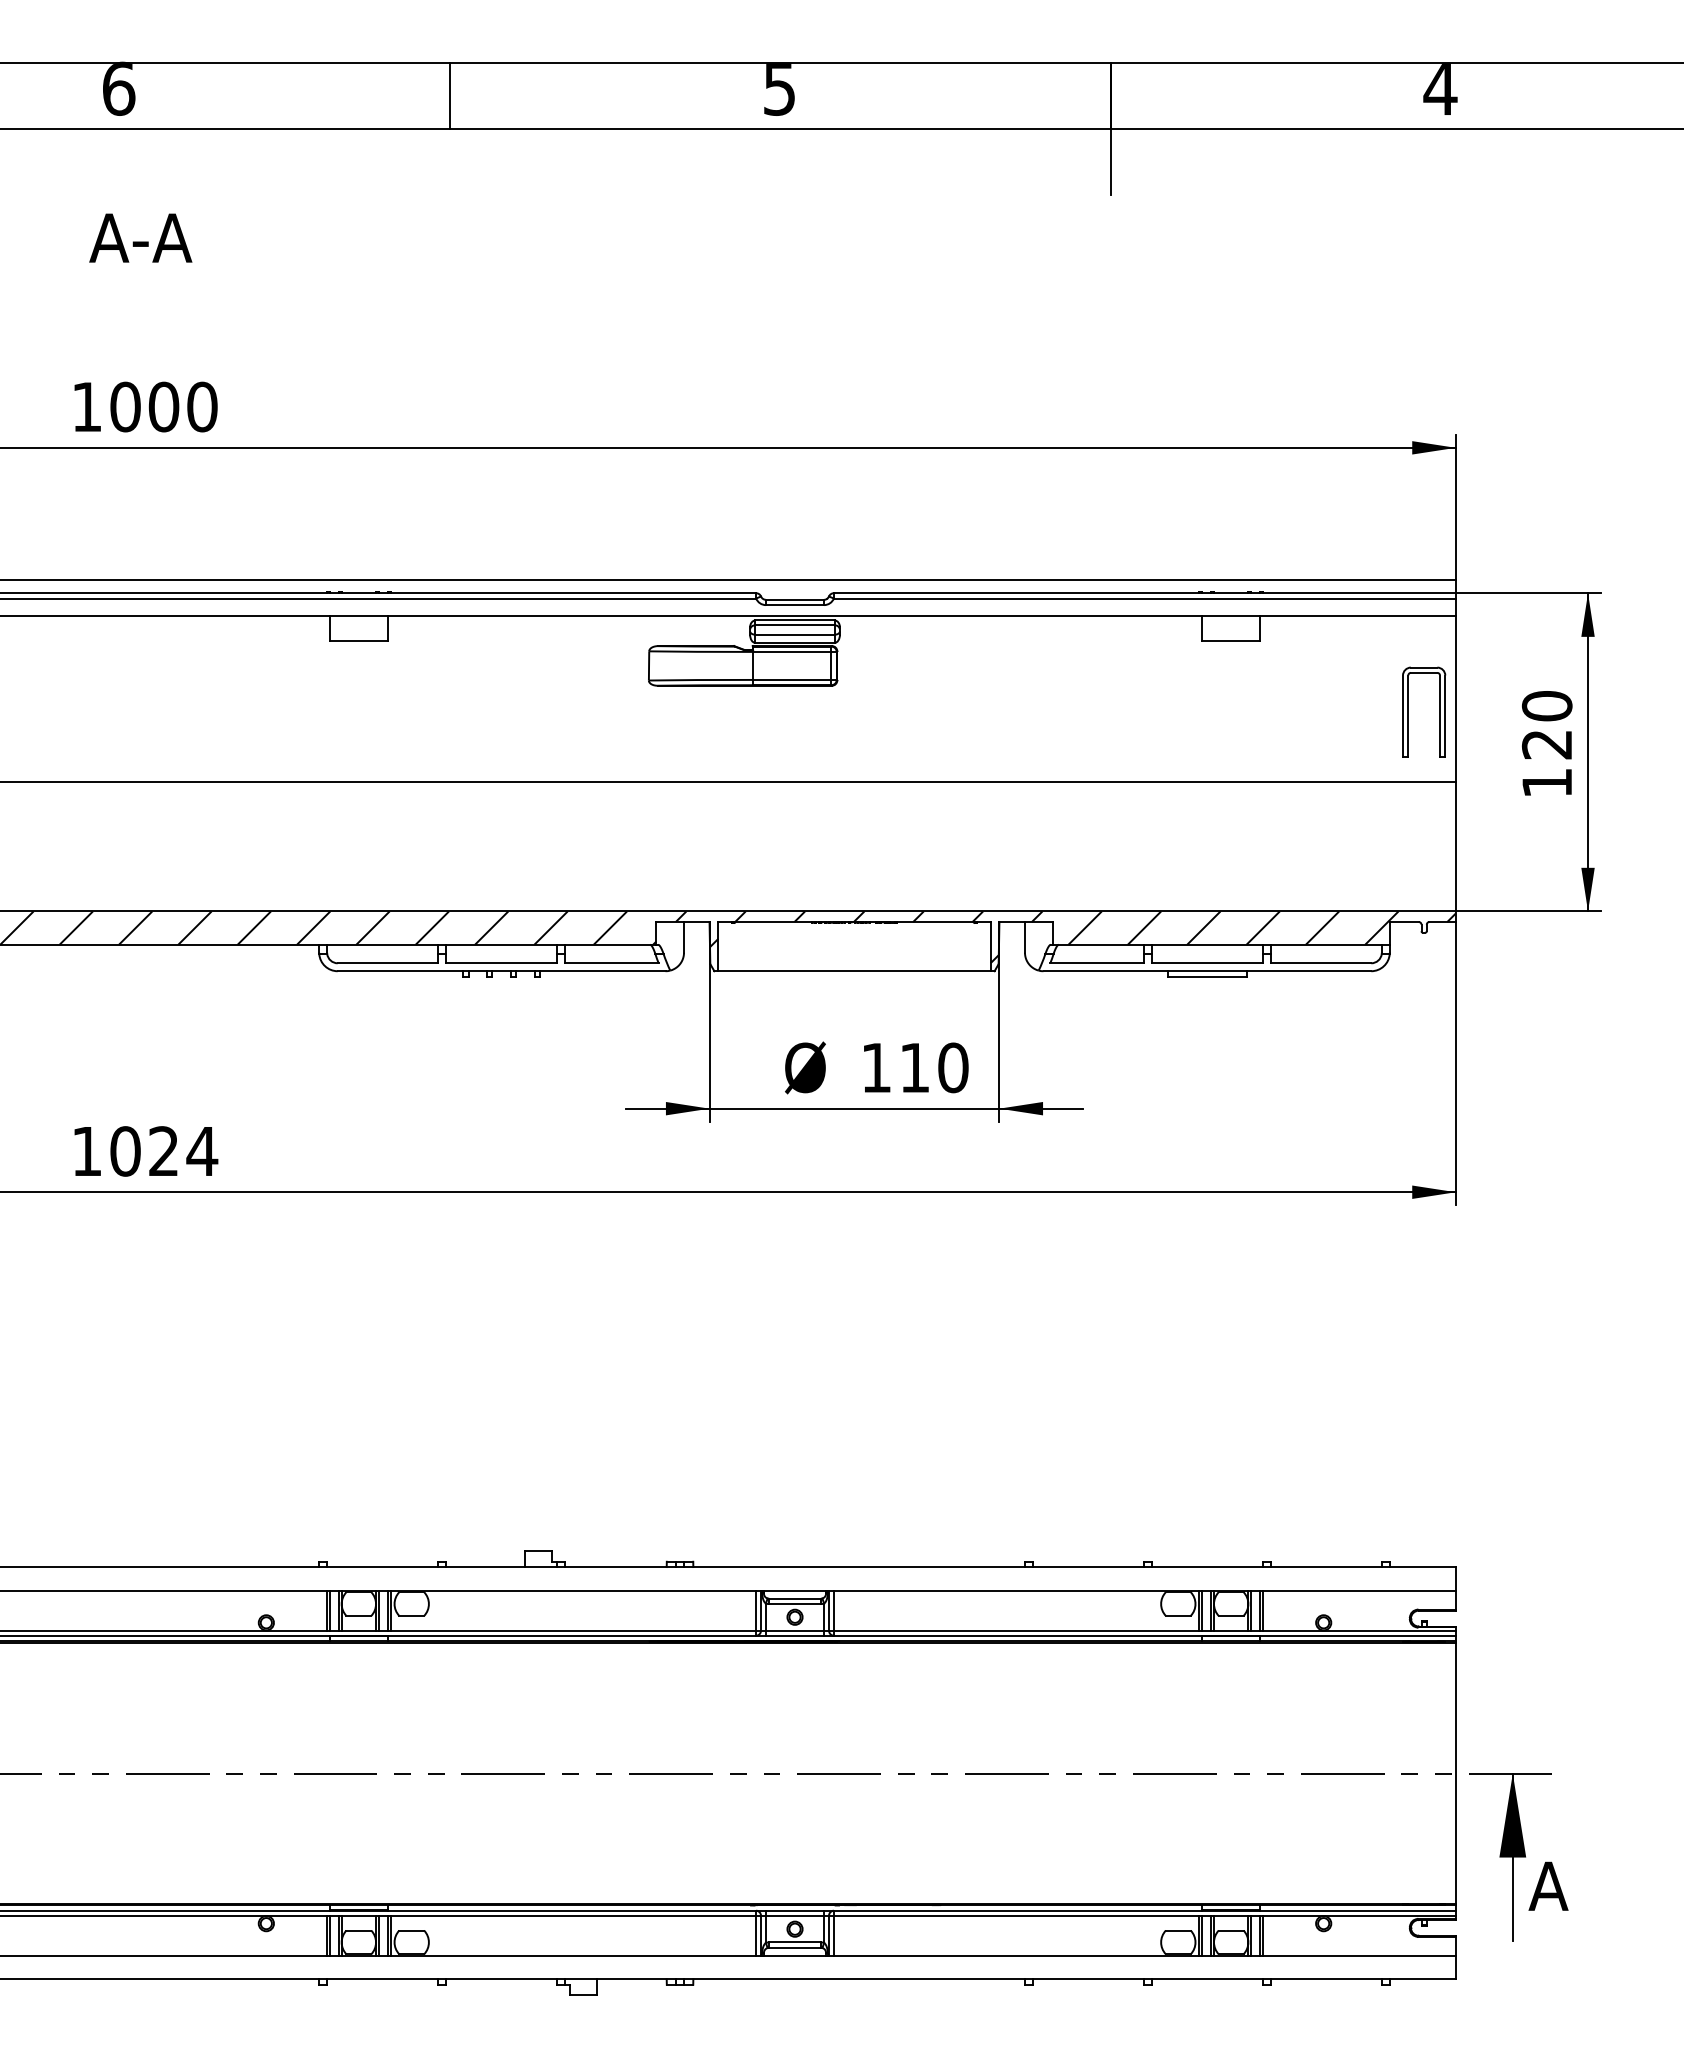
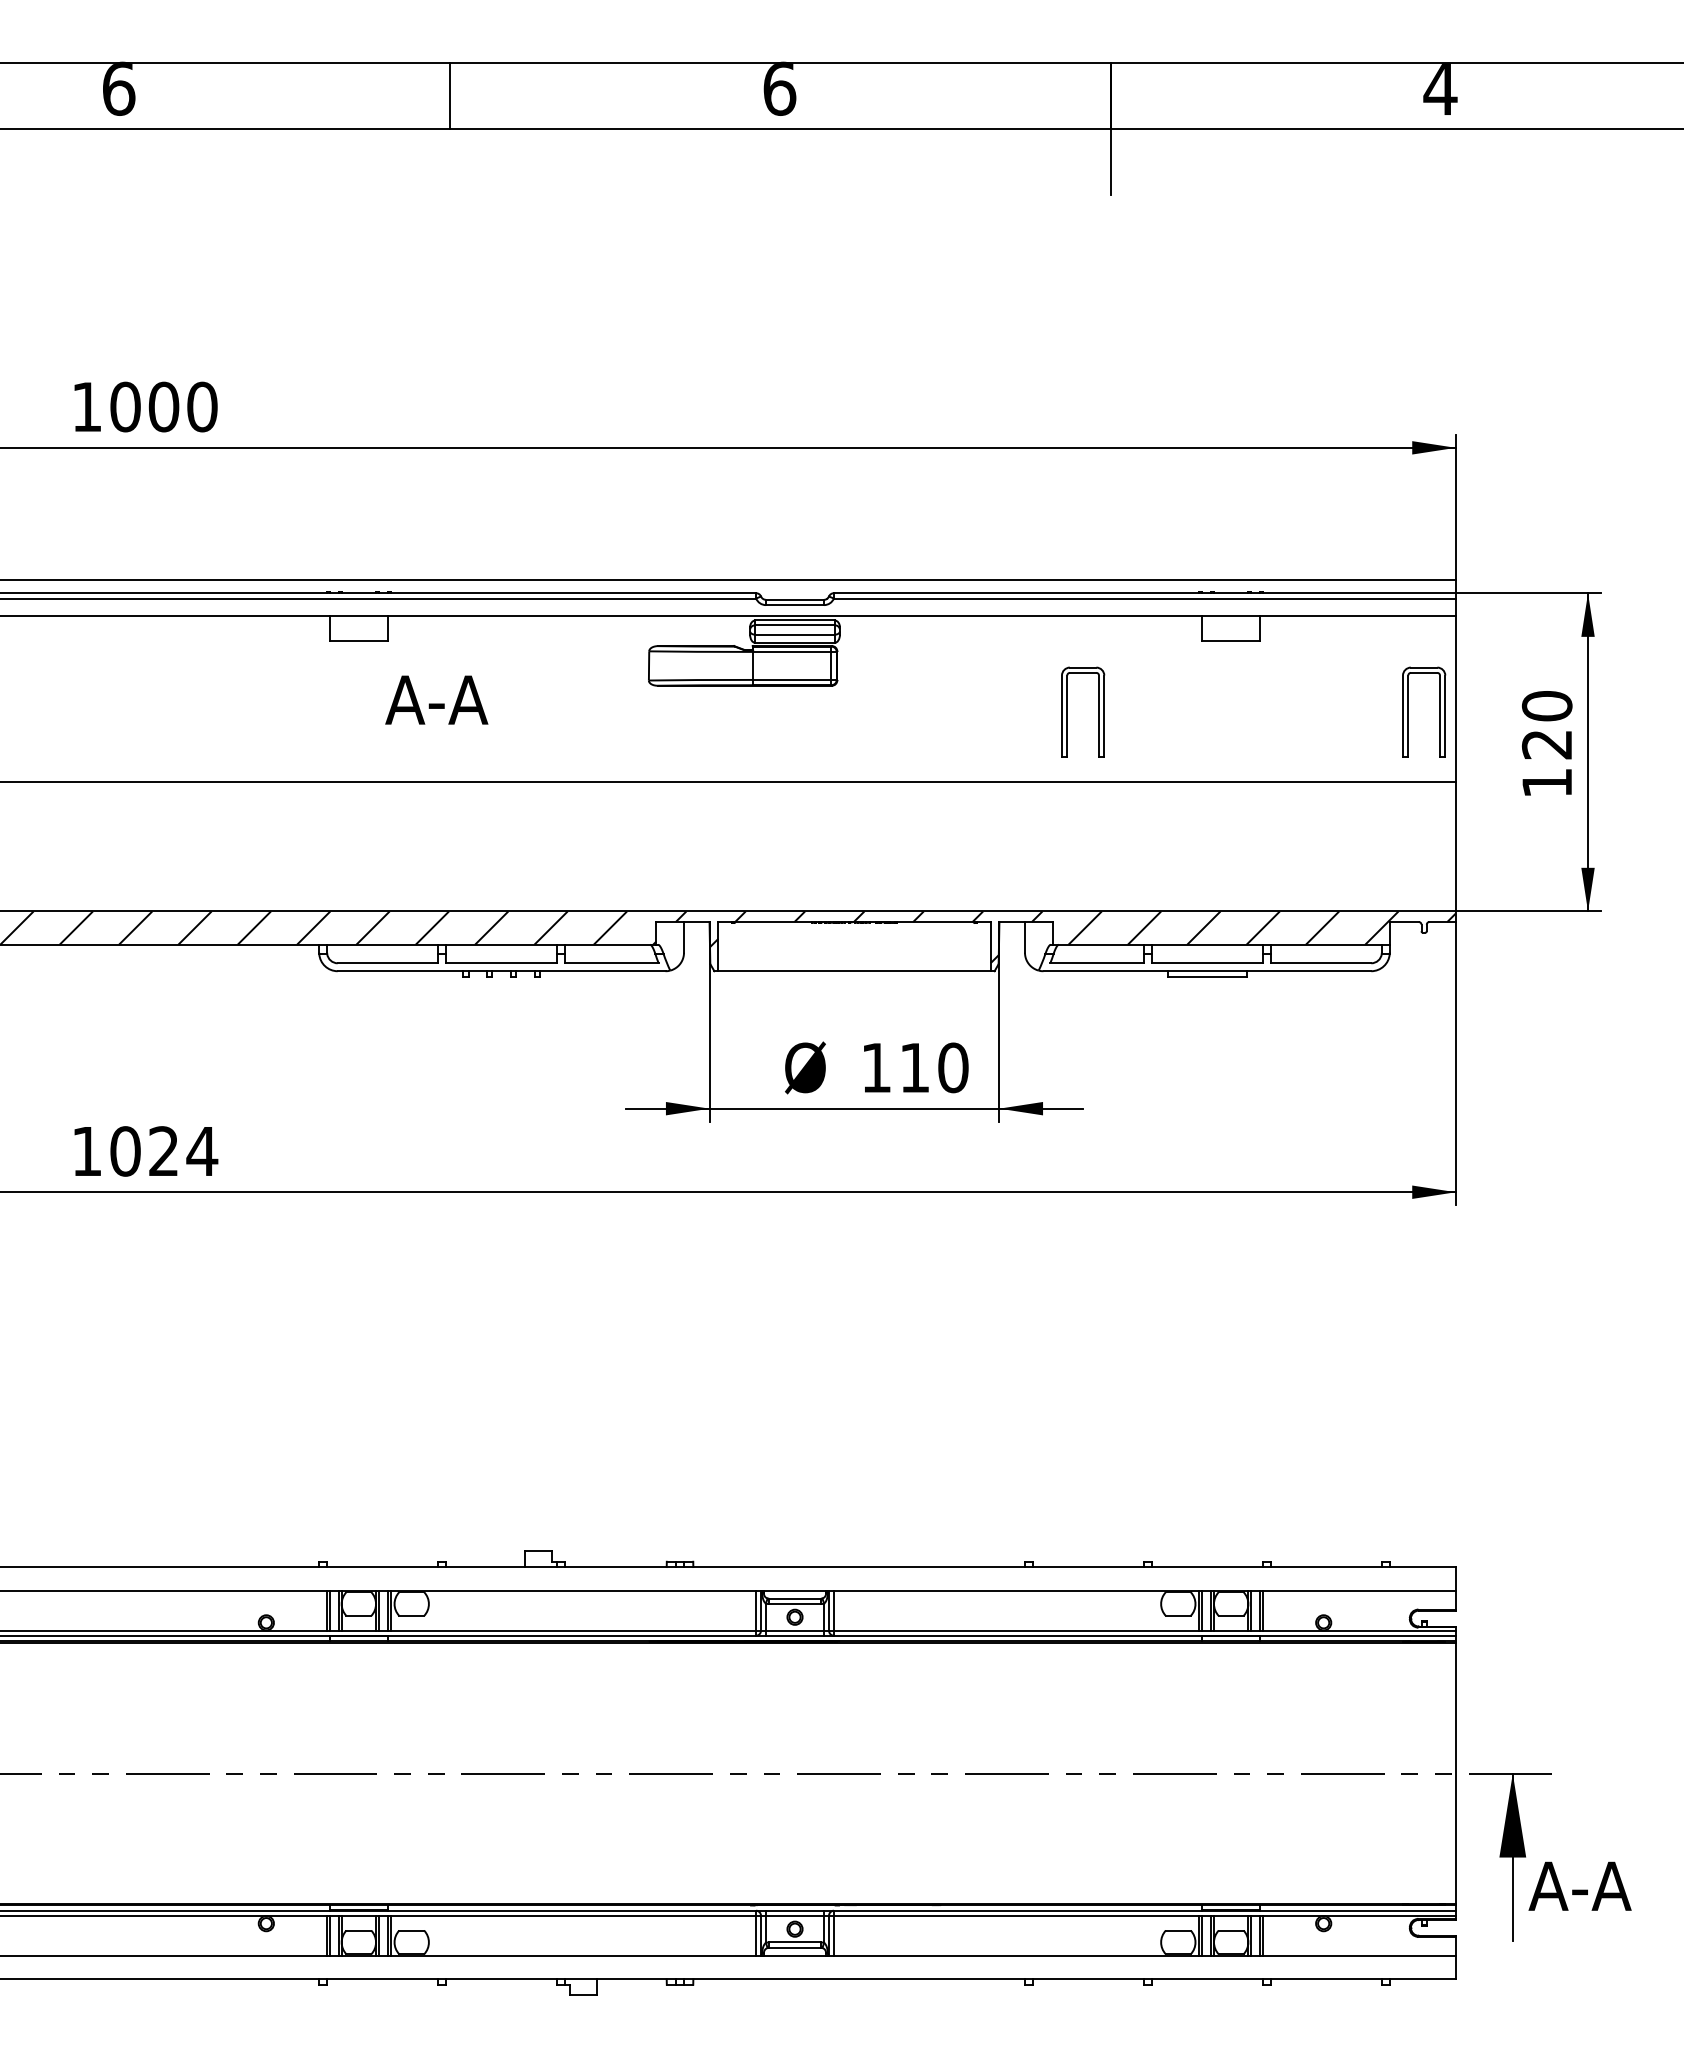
text at (779, 88): 5 -> 6
text at (140, 237) position: (140, 237) -> (436, 699)
part at (1098, 711): none -> present
text at (1601, 1885): A -> A-A
